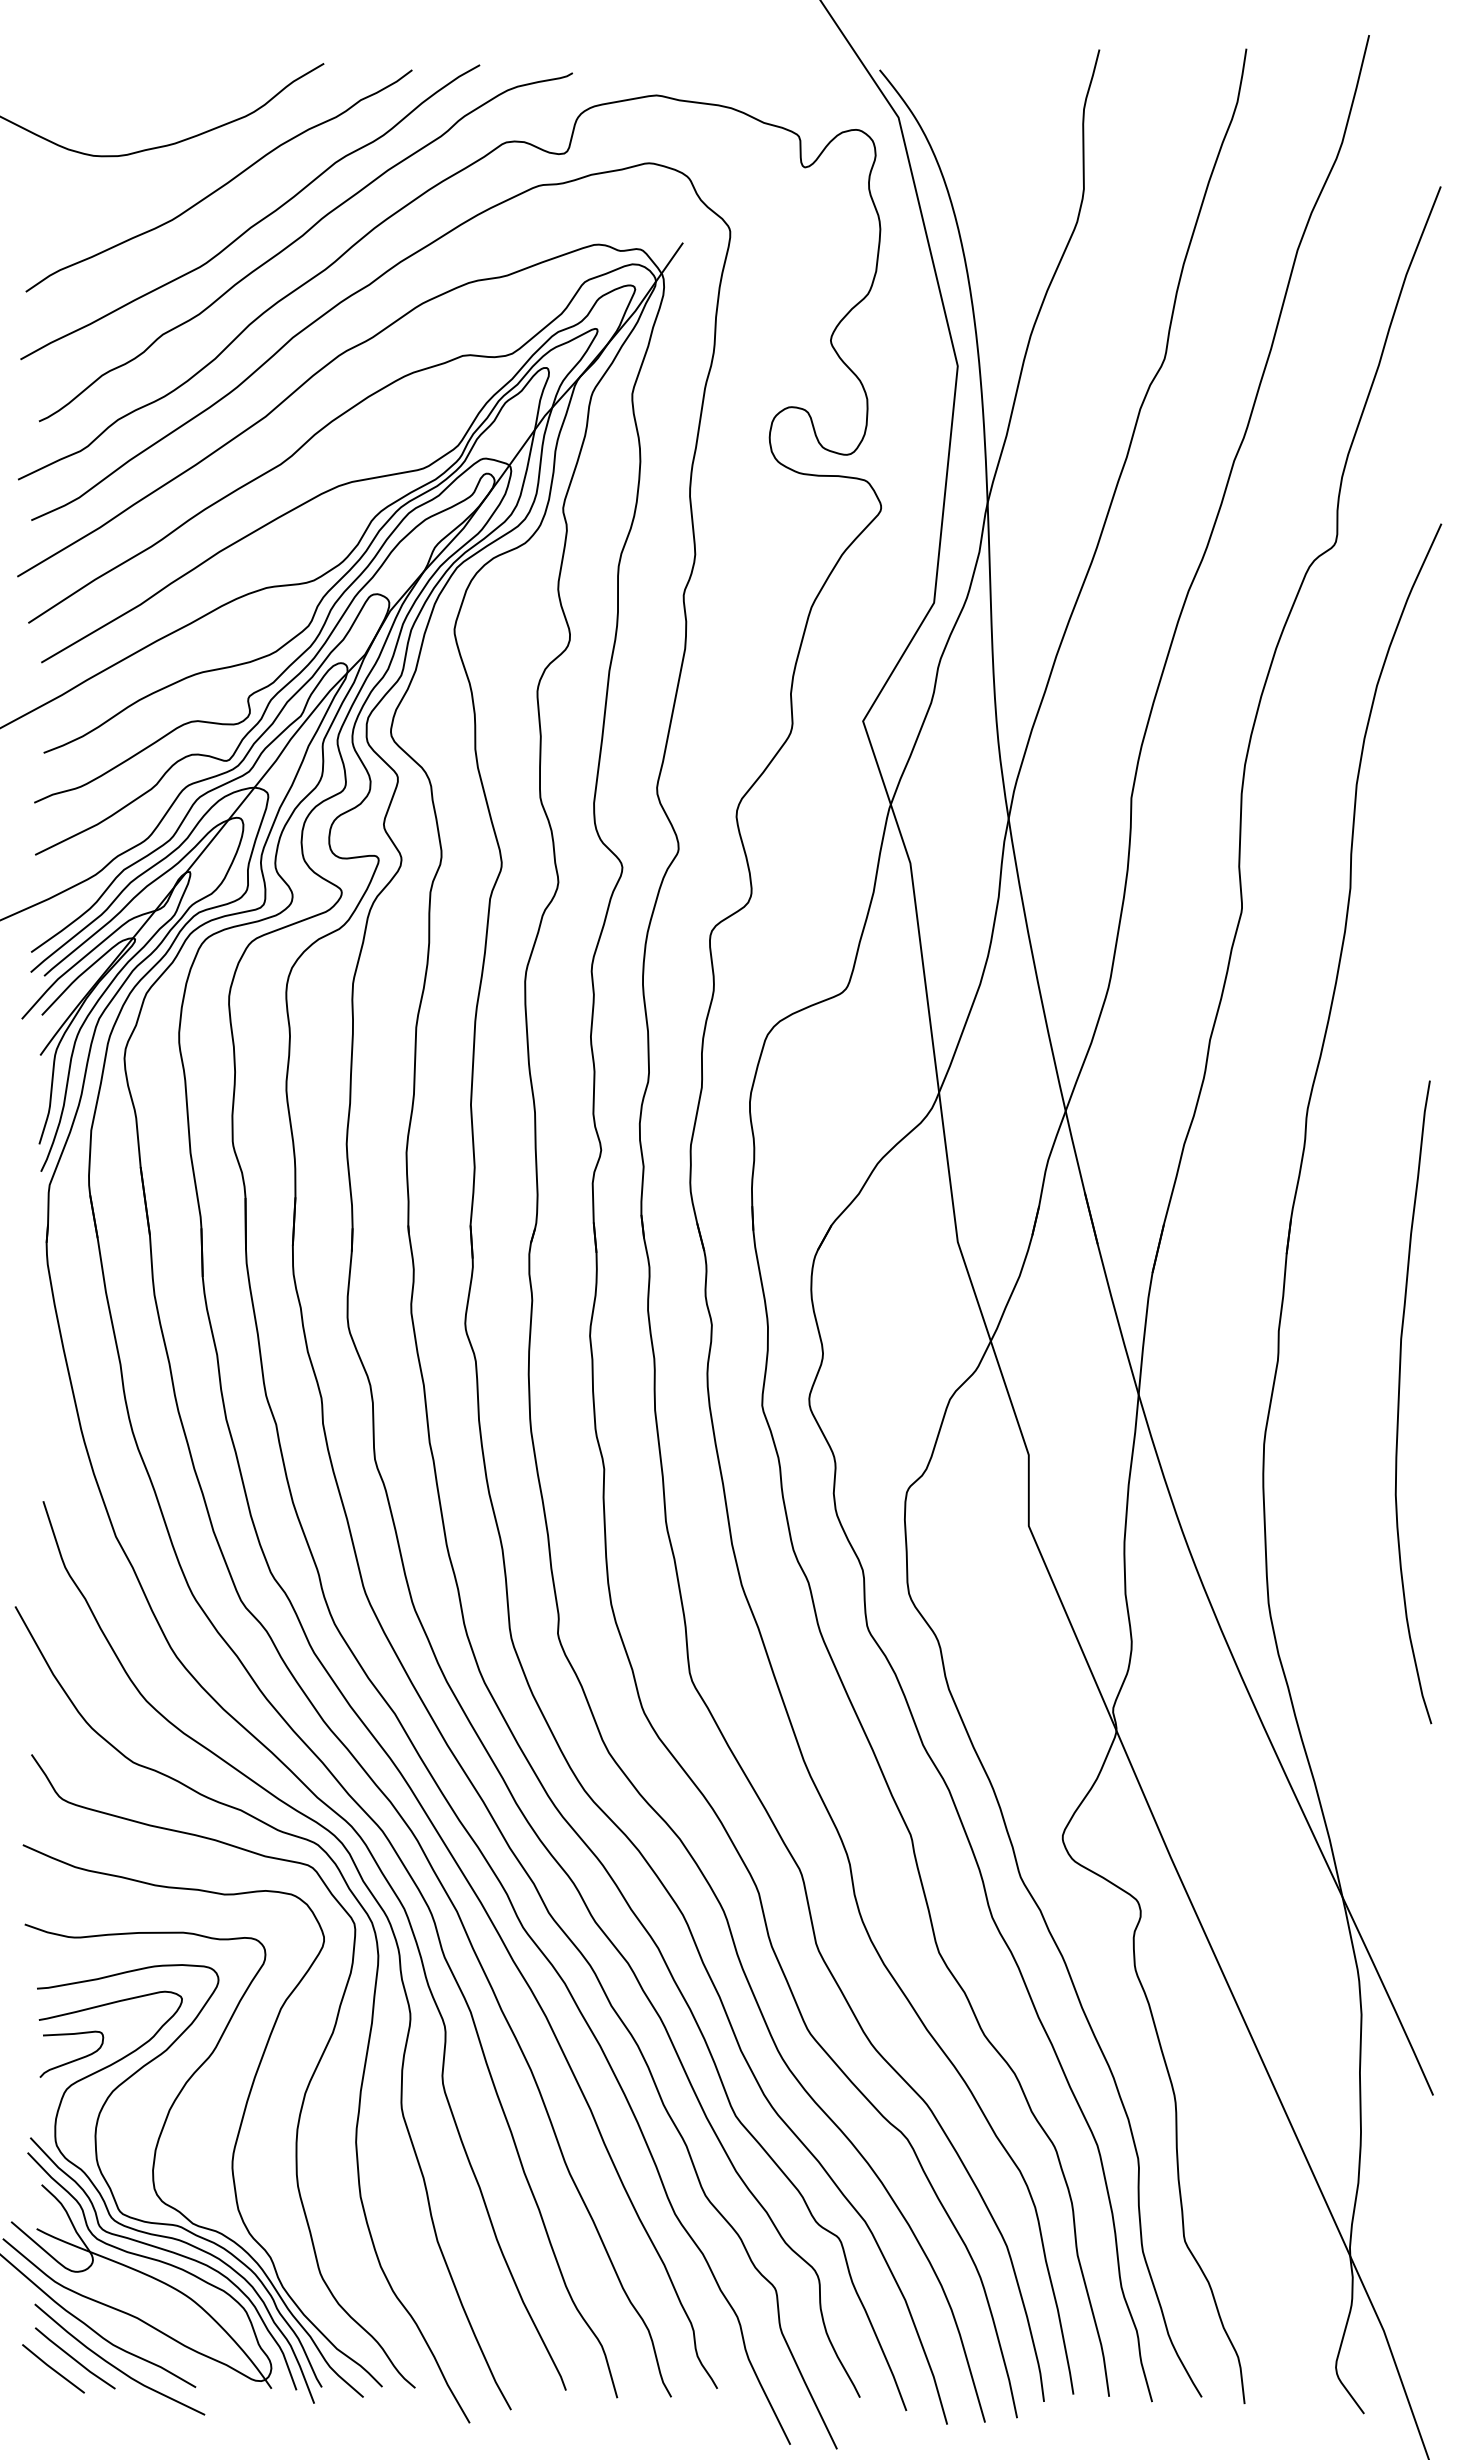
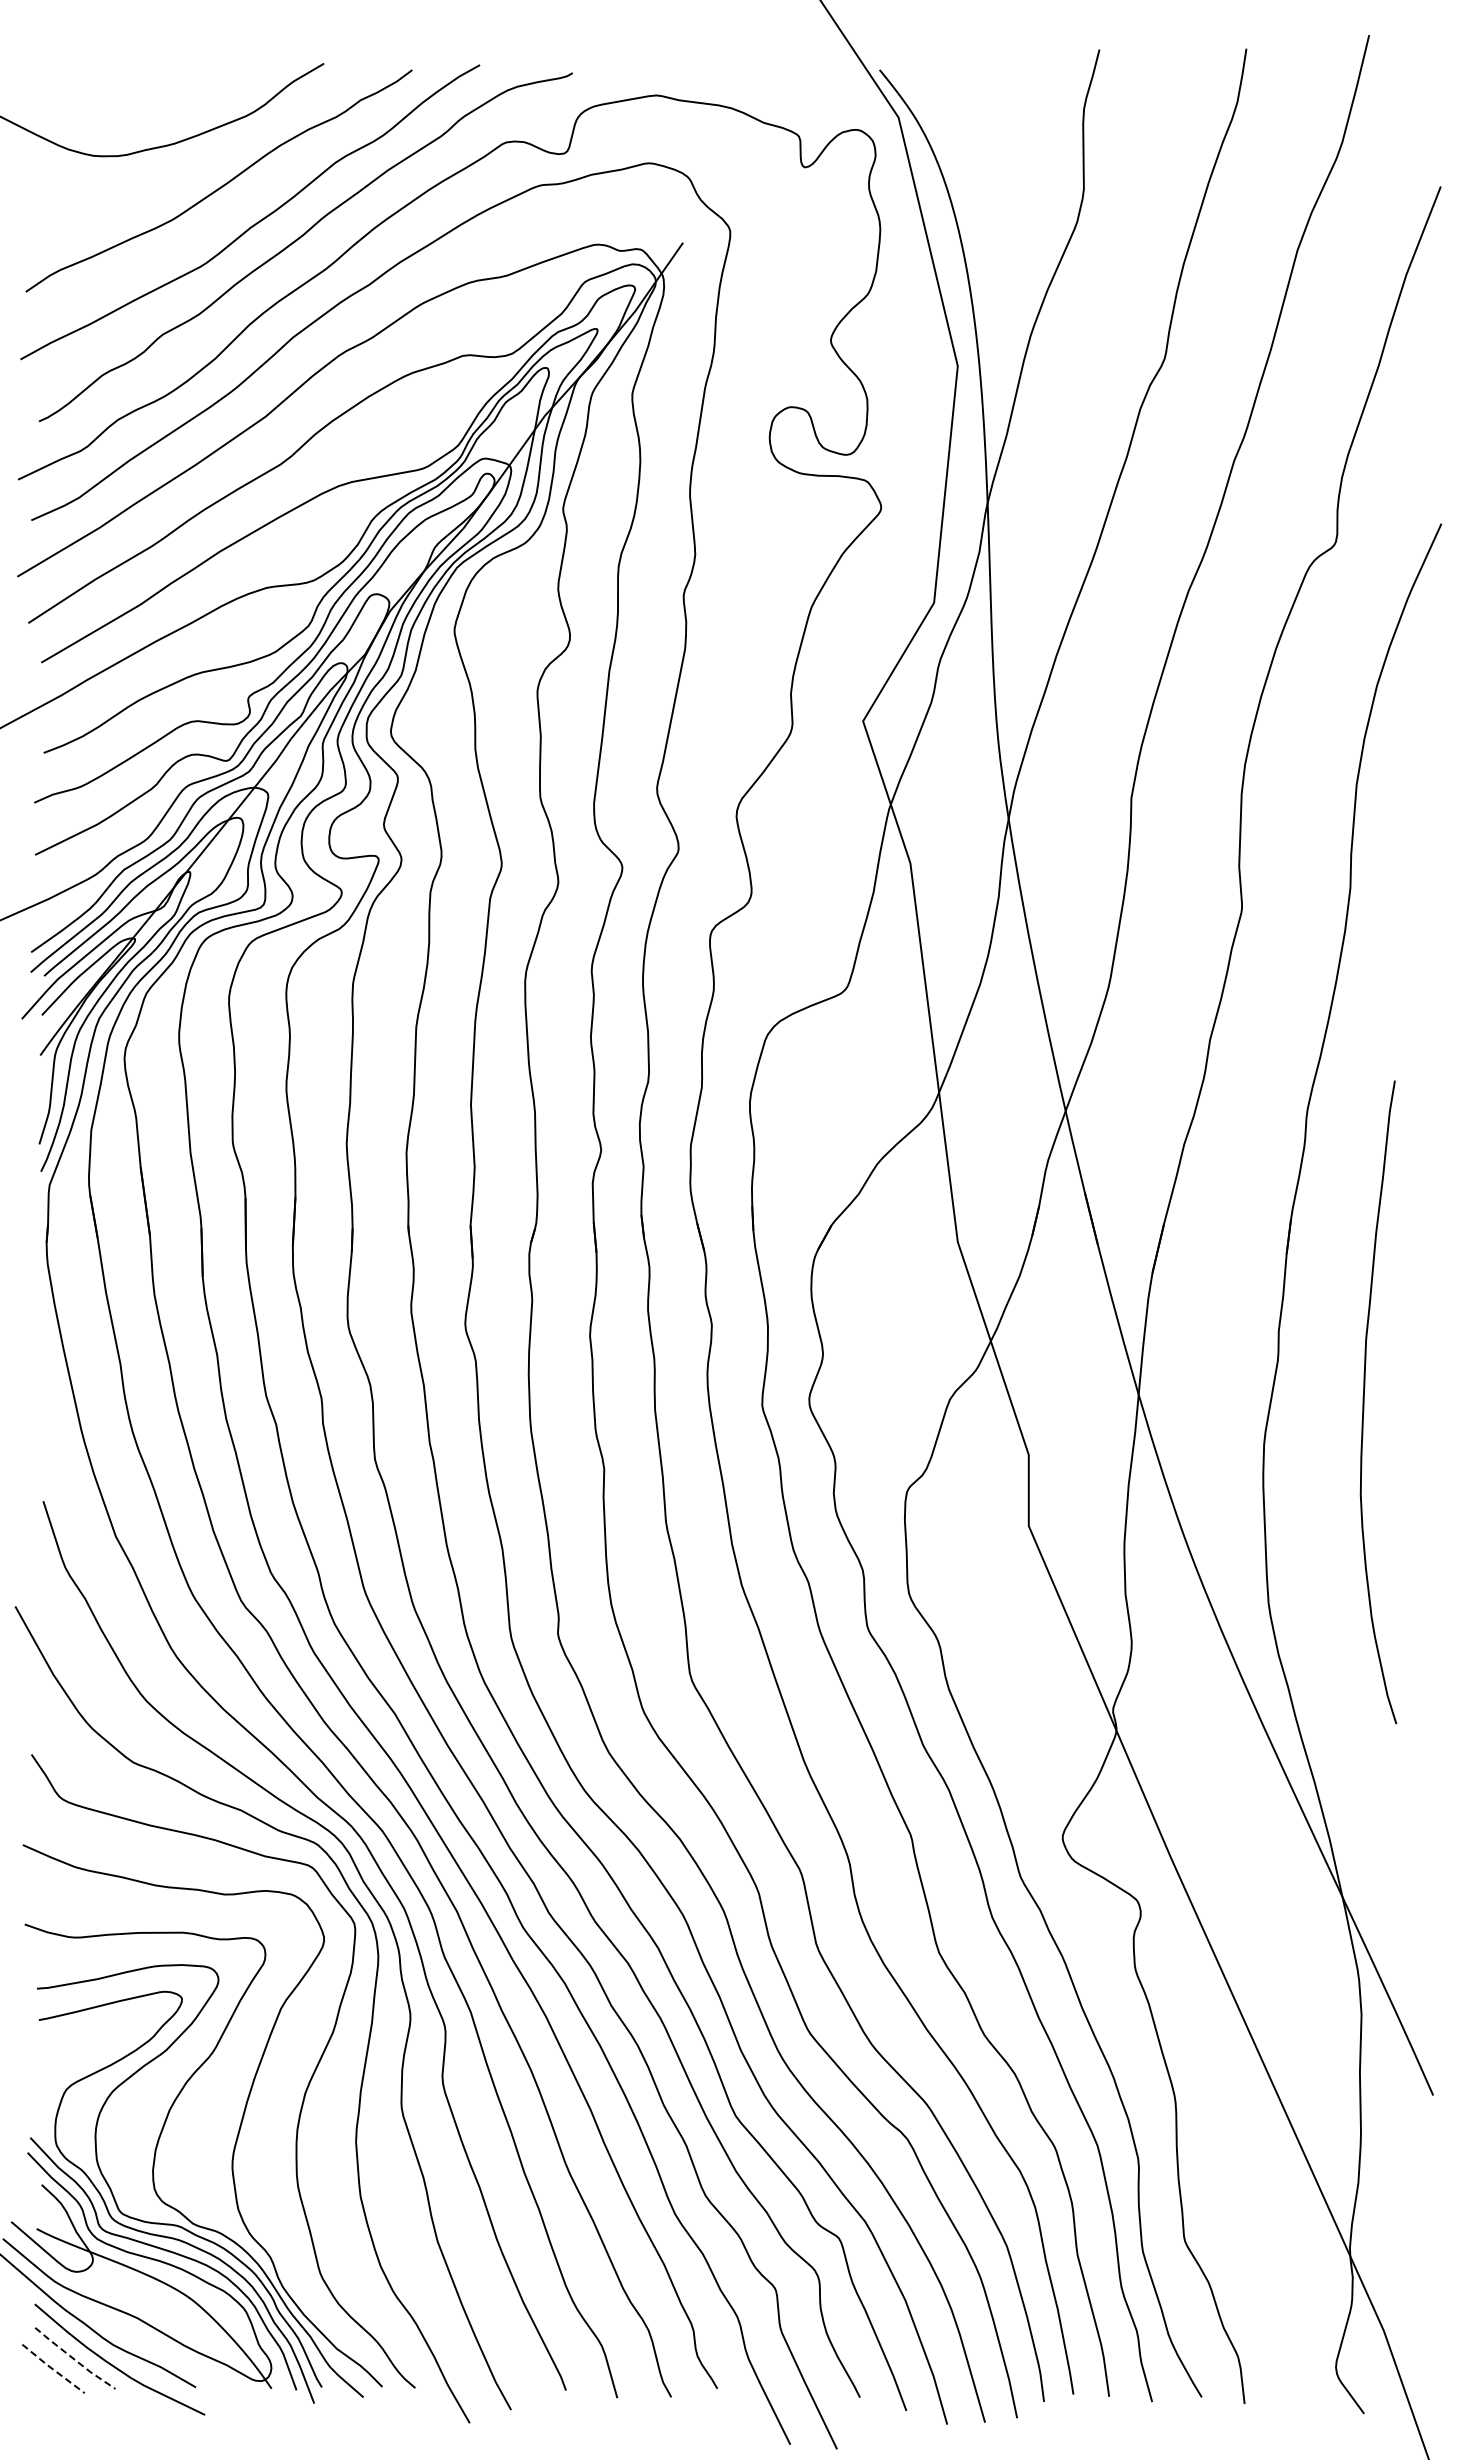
curve at (1399, 1402) position: (1399, 1402) -> (1364, 1402)
curve at (74, 2059): present -> none
line at (74, 2359): solid -> dashed
line at (52, 2369): solid -> dashed
